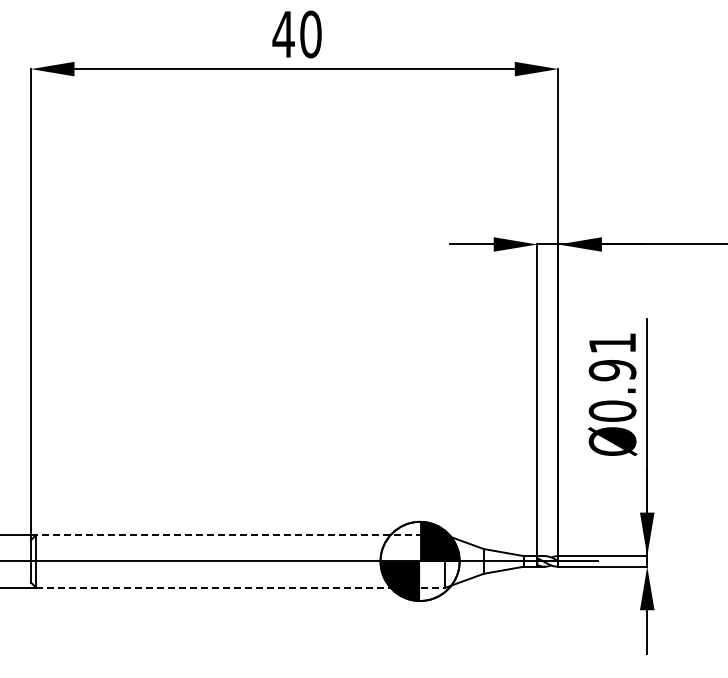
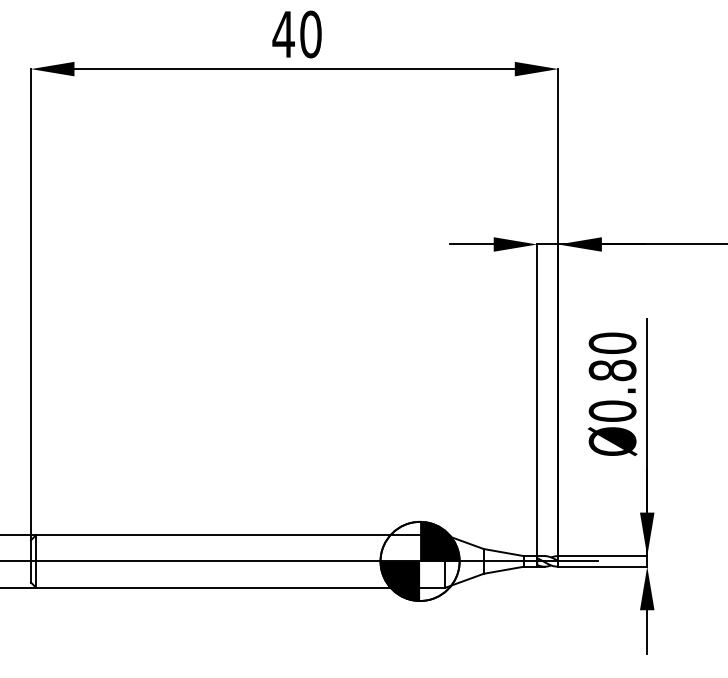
text at (612, 356): Ø0.91 -> Ø0.80
line at (240, 535): dashed -> solid
line at (240, 587): dashed -> solid
